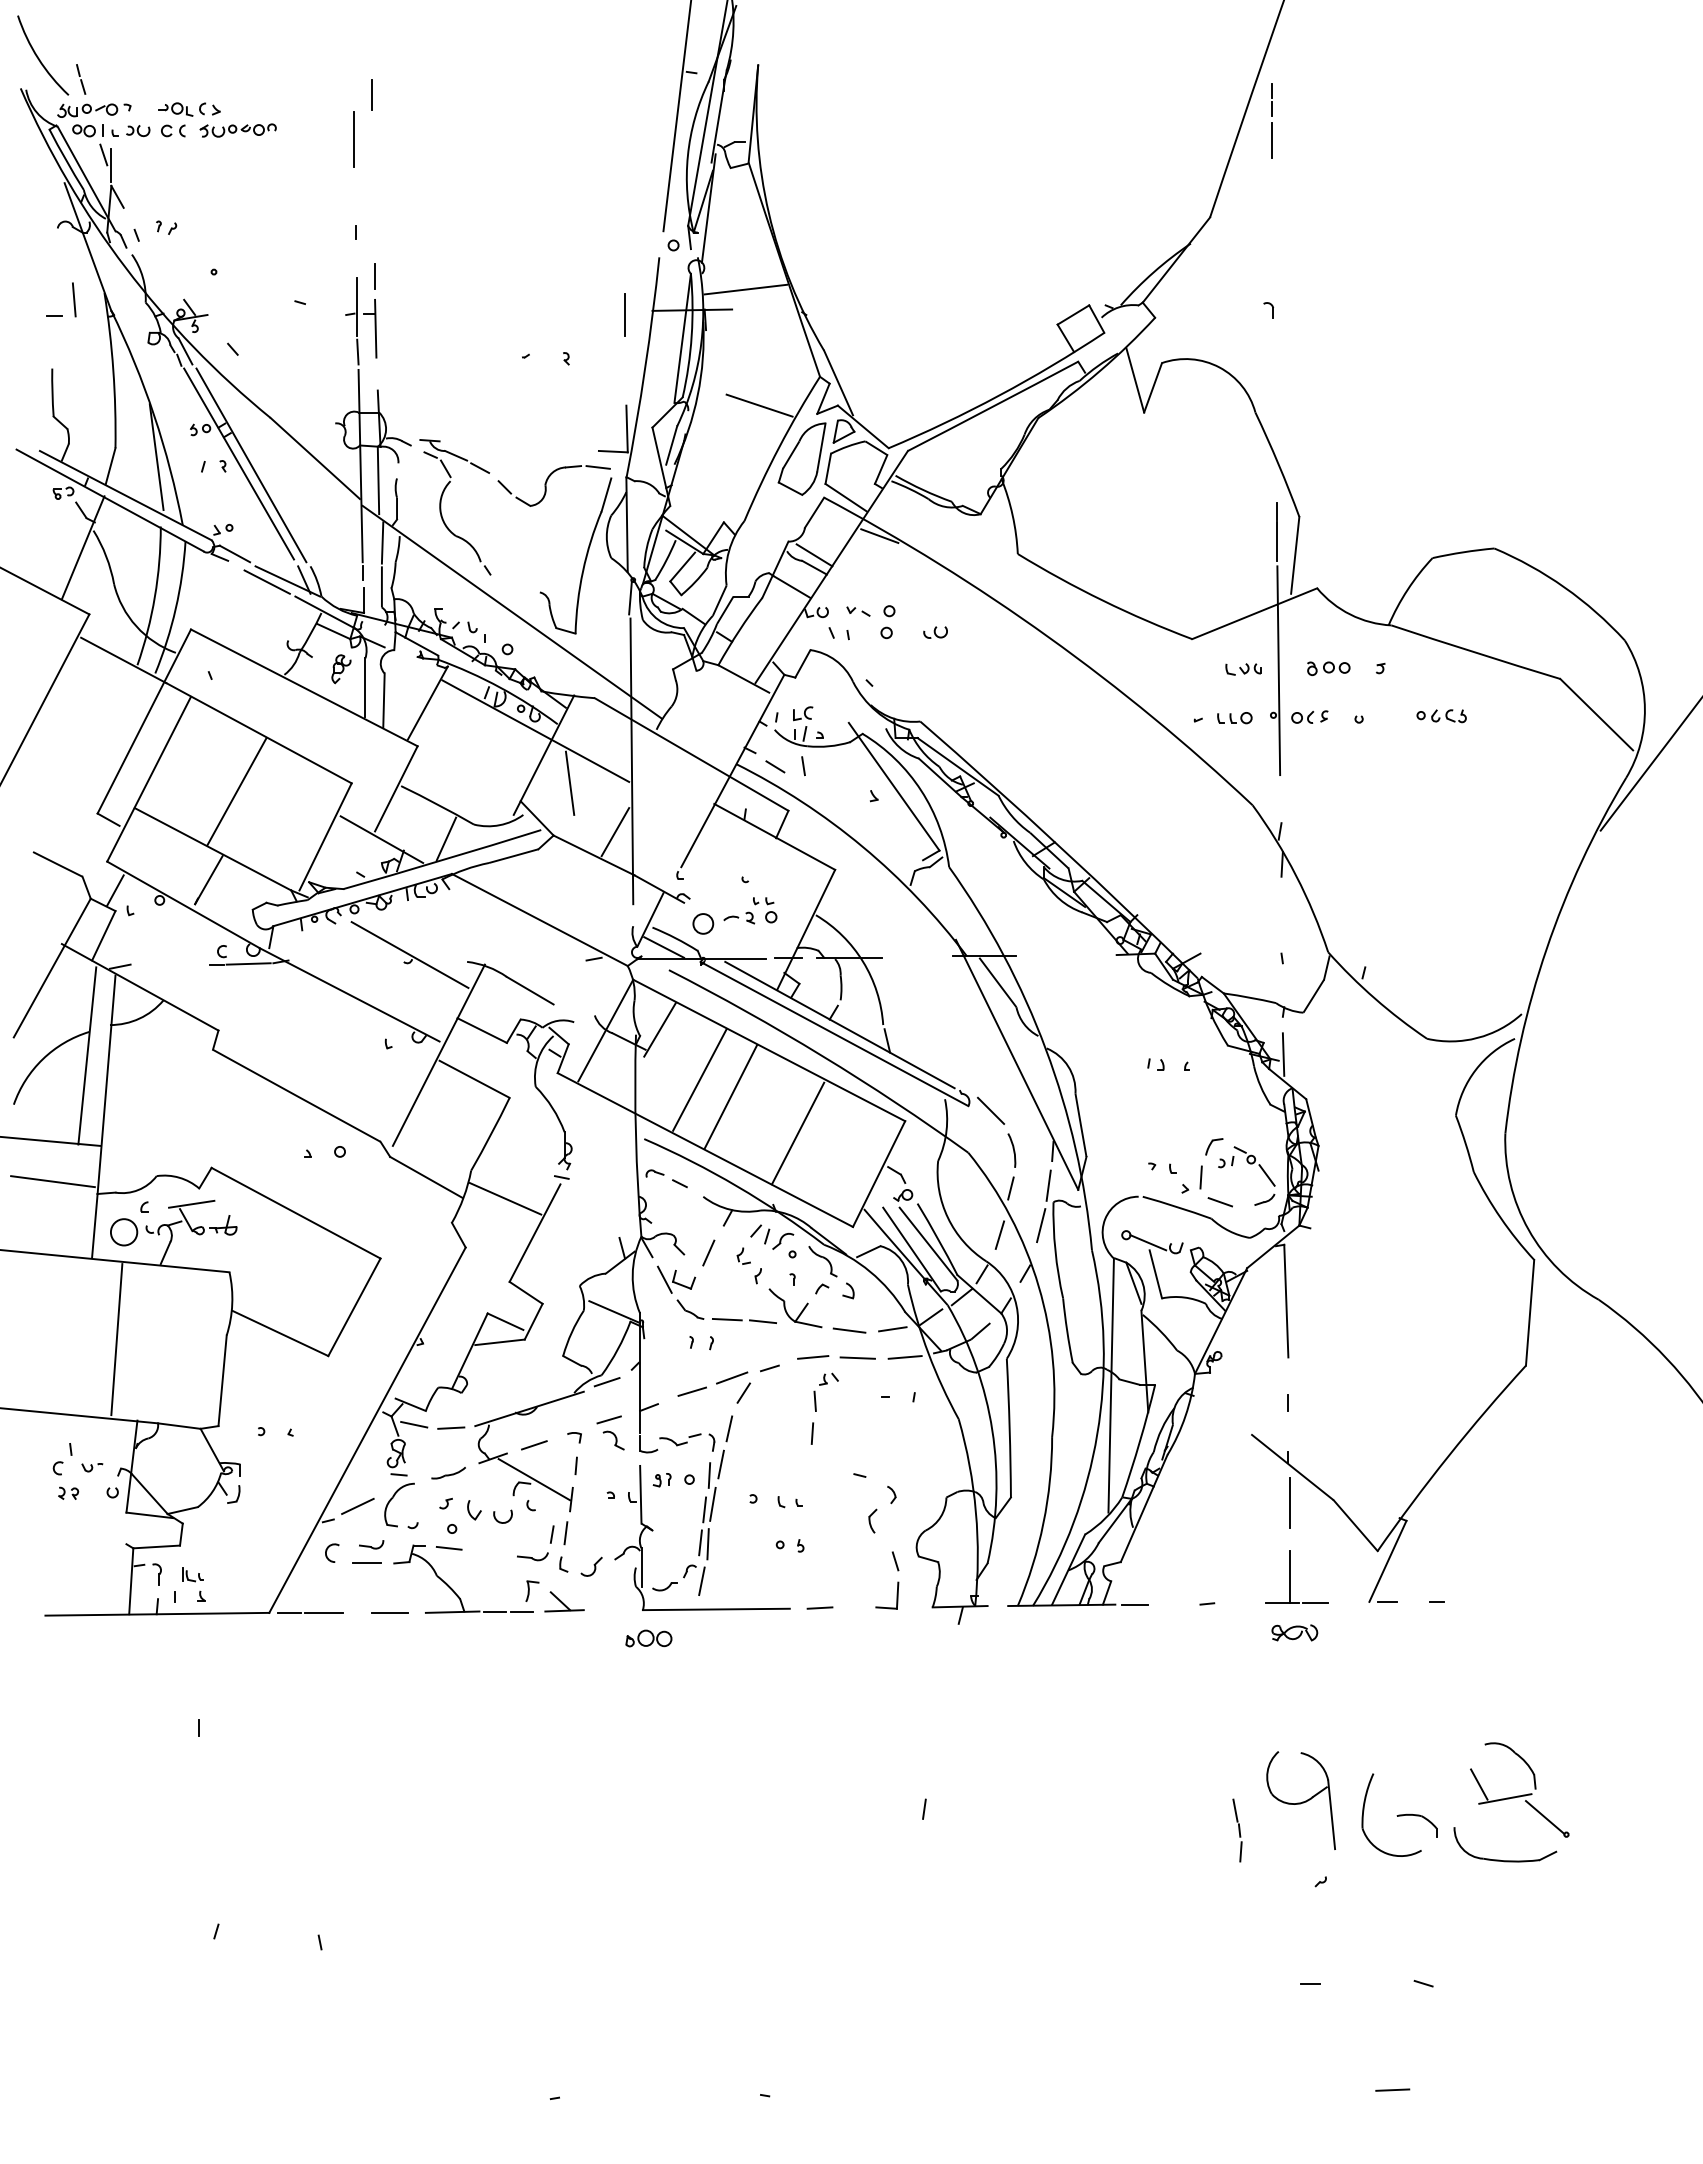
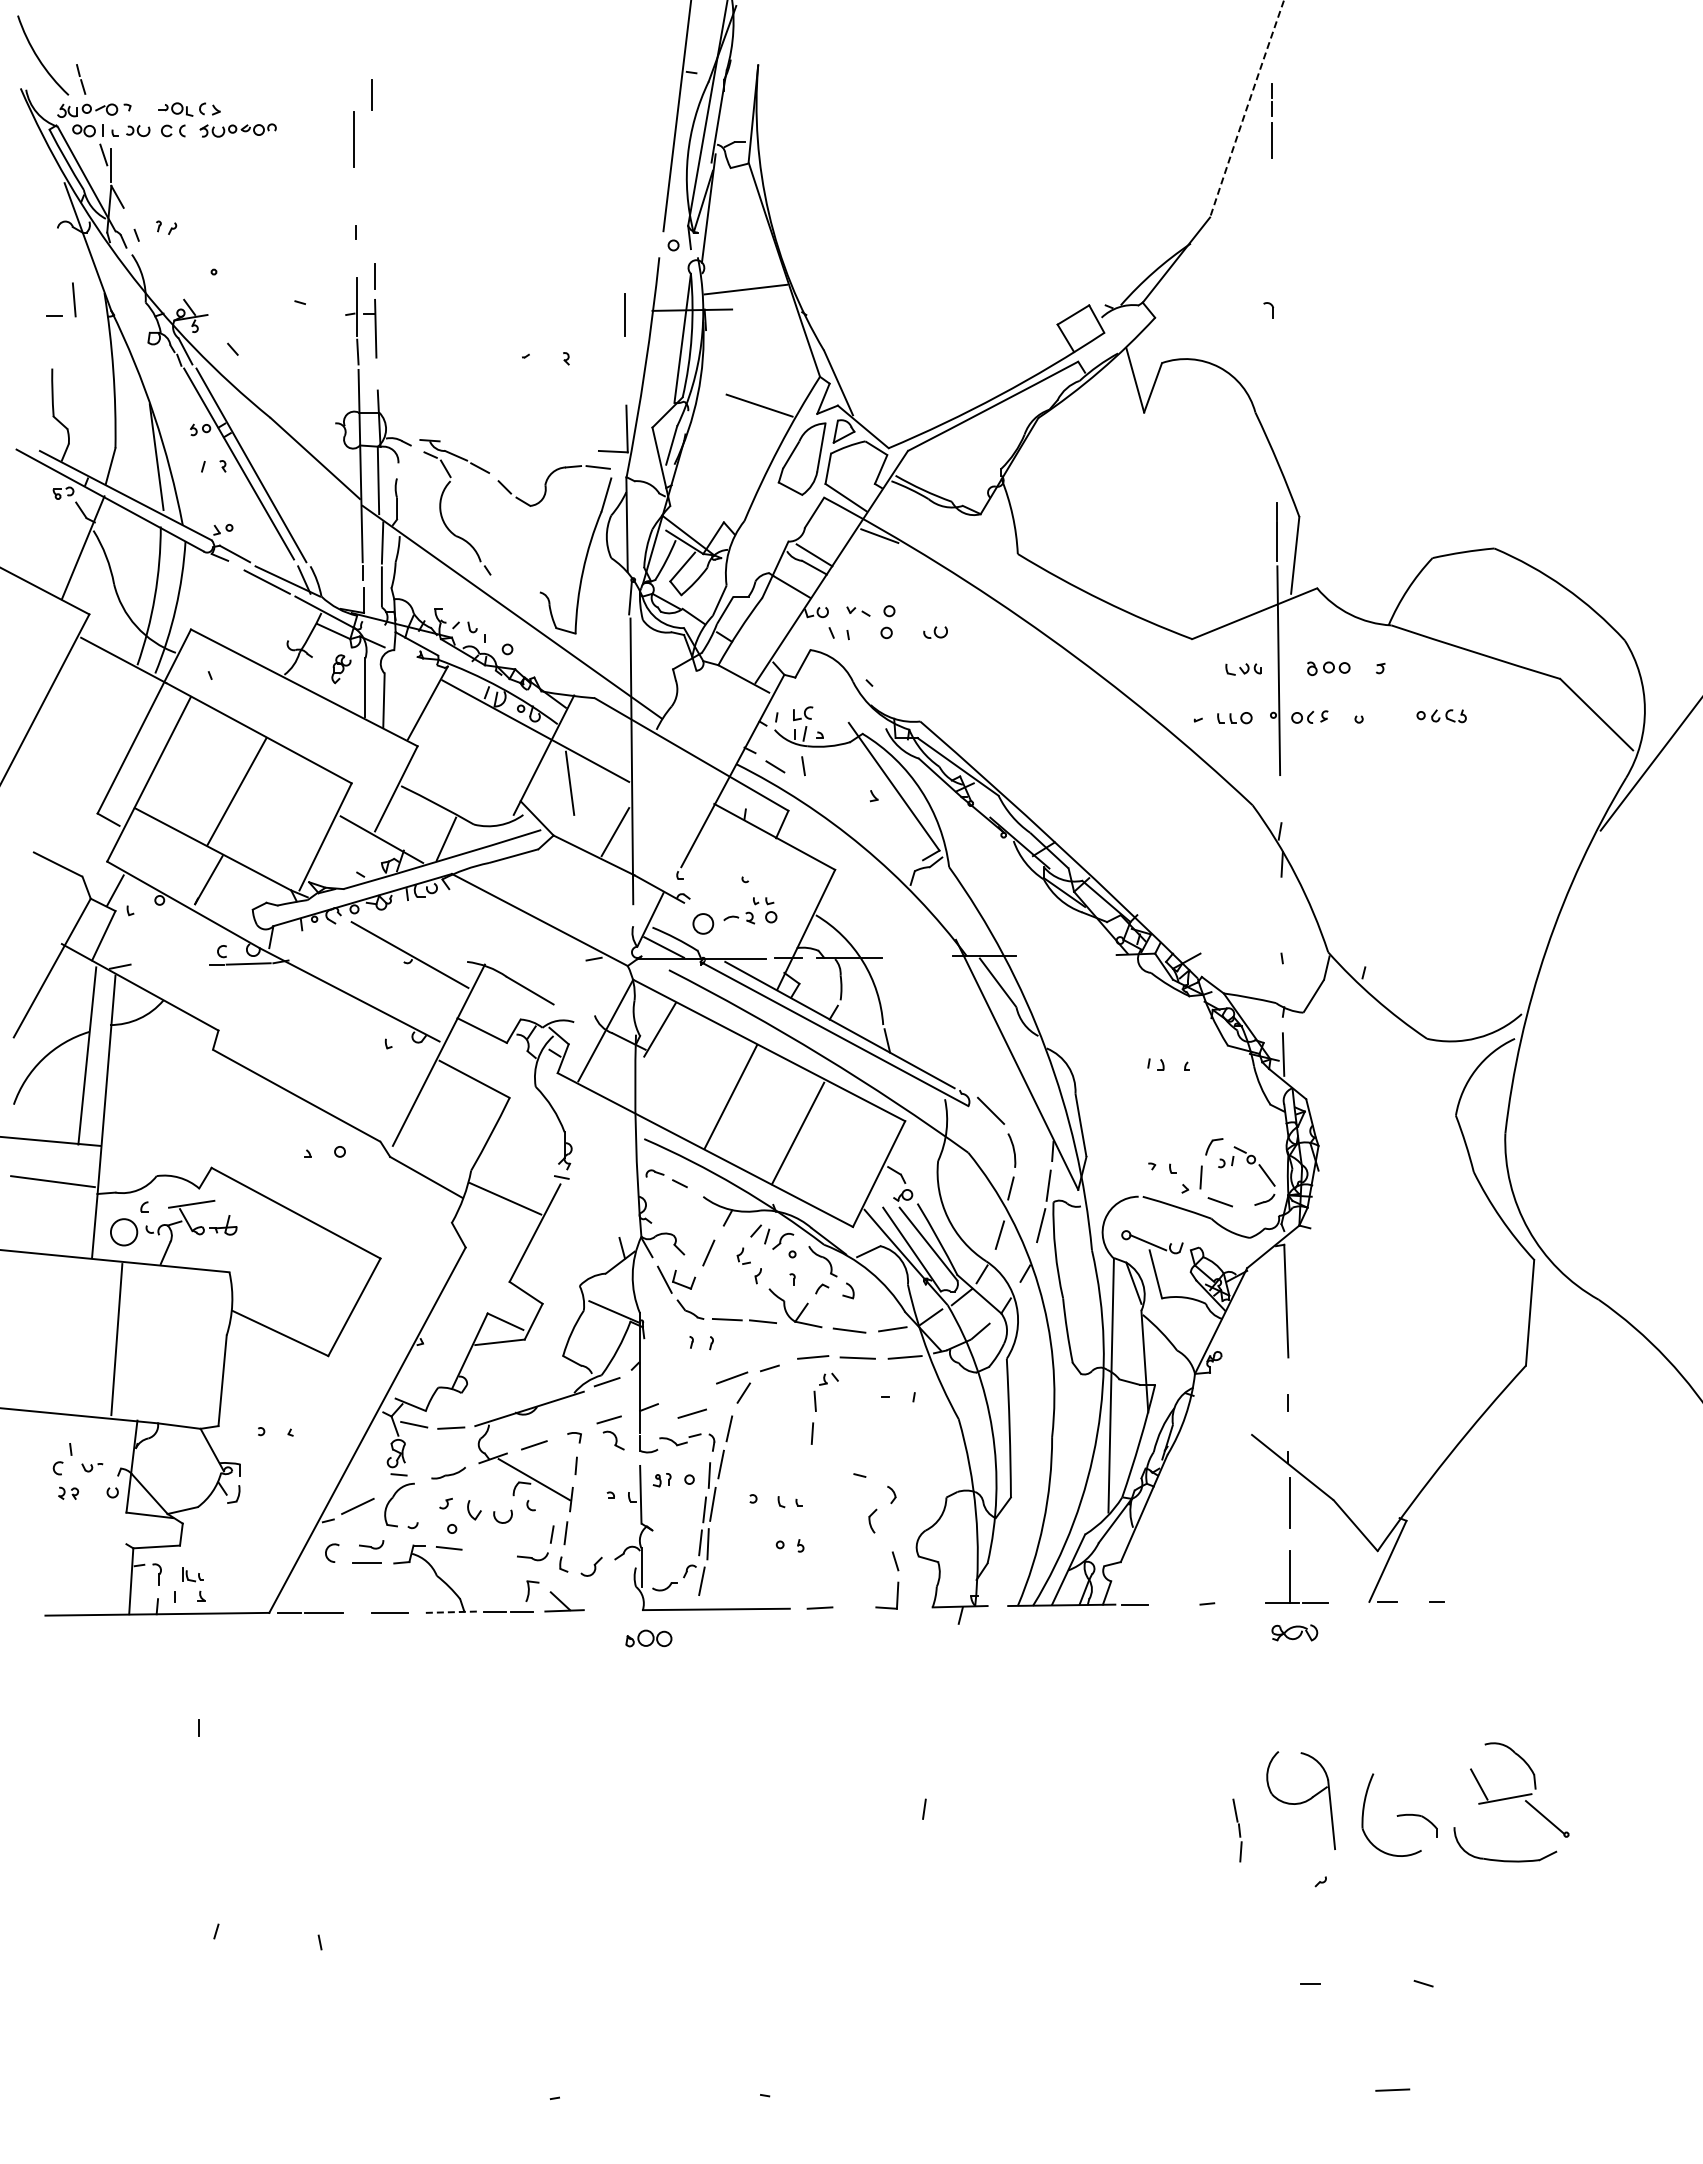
arc at (1246, 109): solid -> dashed
line at (699, 1079): present -> none
line at (691, 1391) position: (691, 1391) -> (691, 1413)
line at (452, 1612): solid -> dashed
